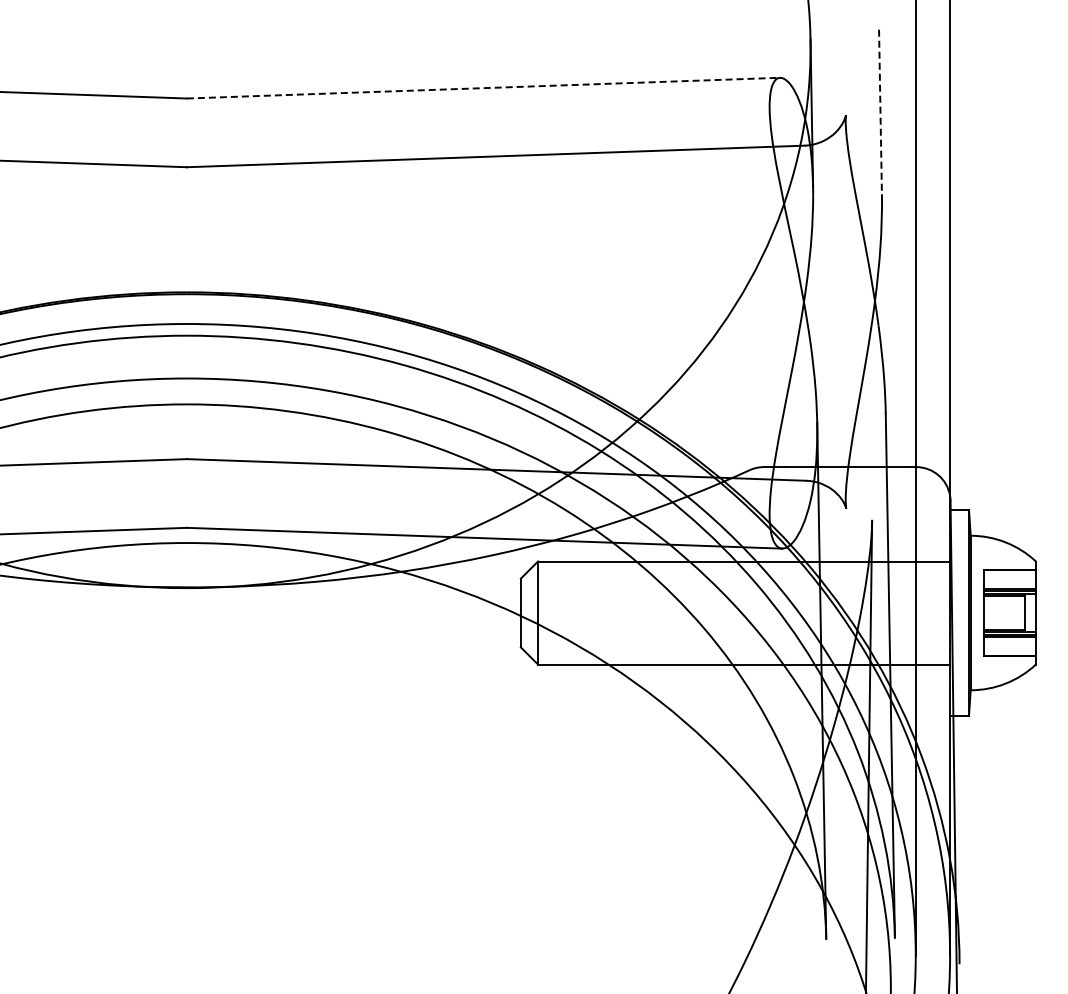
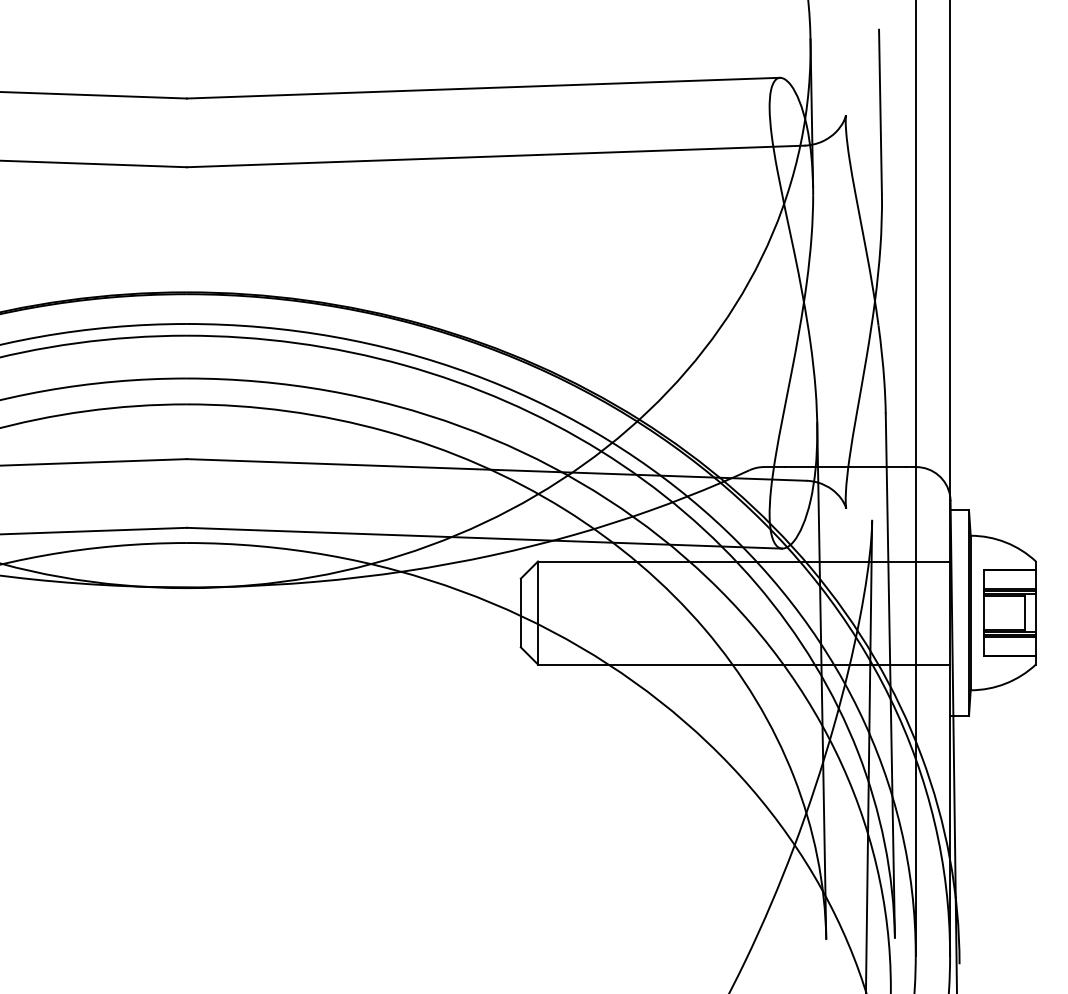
line at (483, 88): dashed -> solid
line at (880, 112): dashed -> solid
